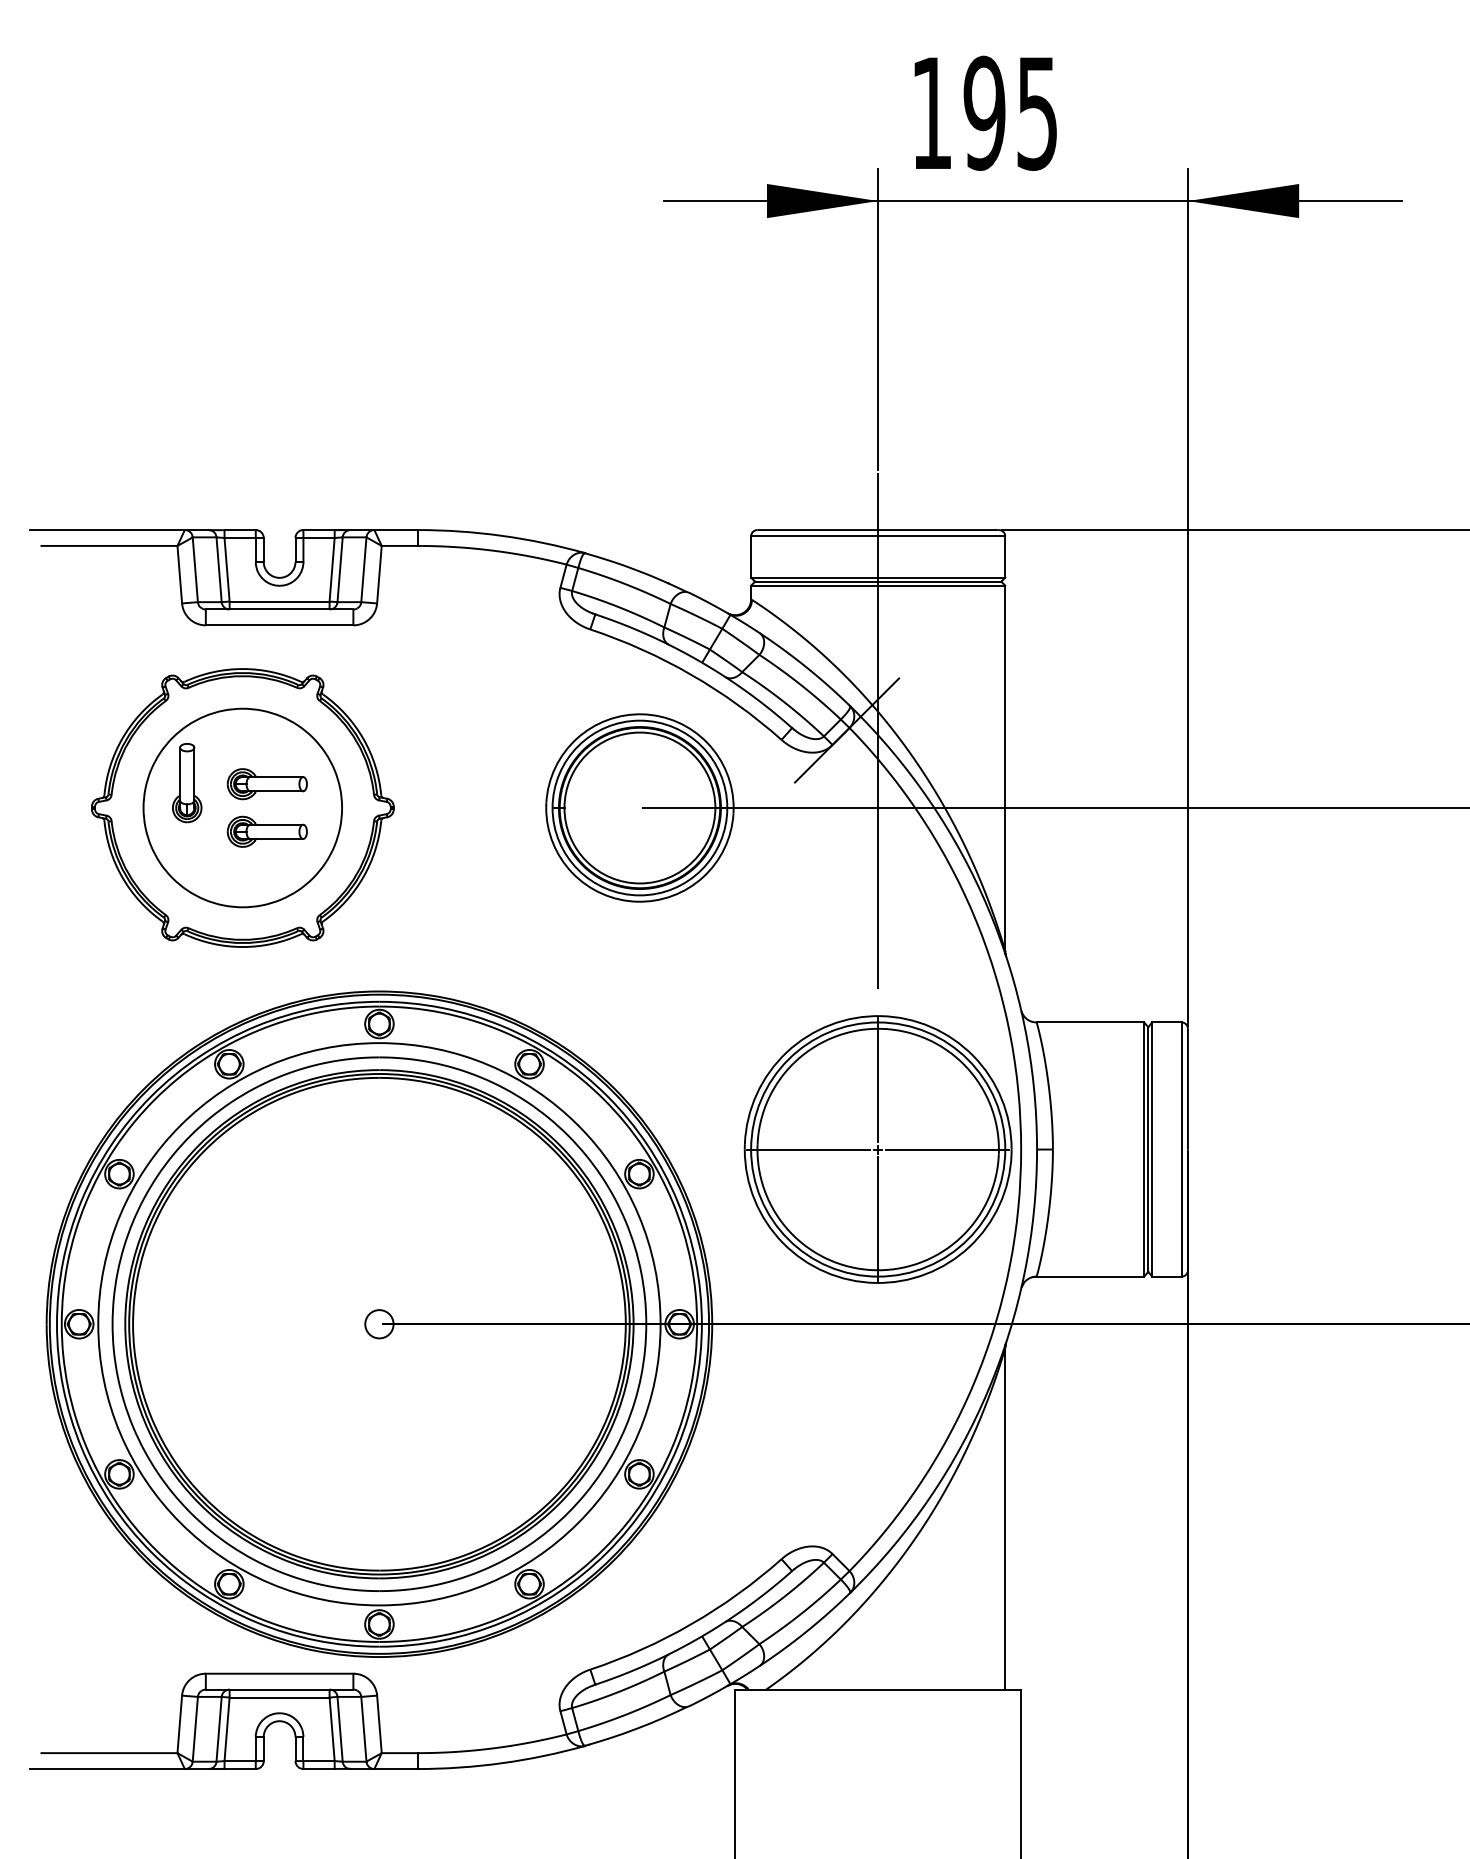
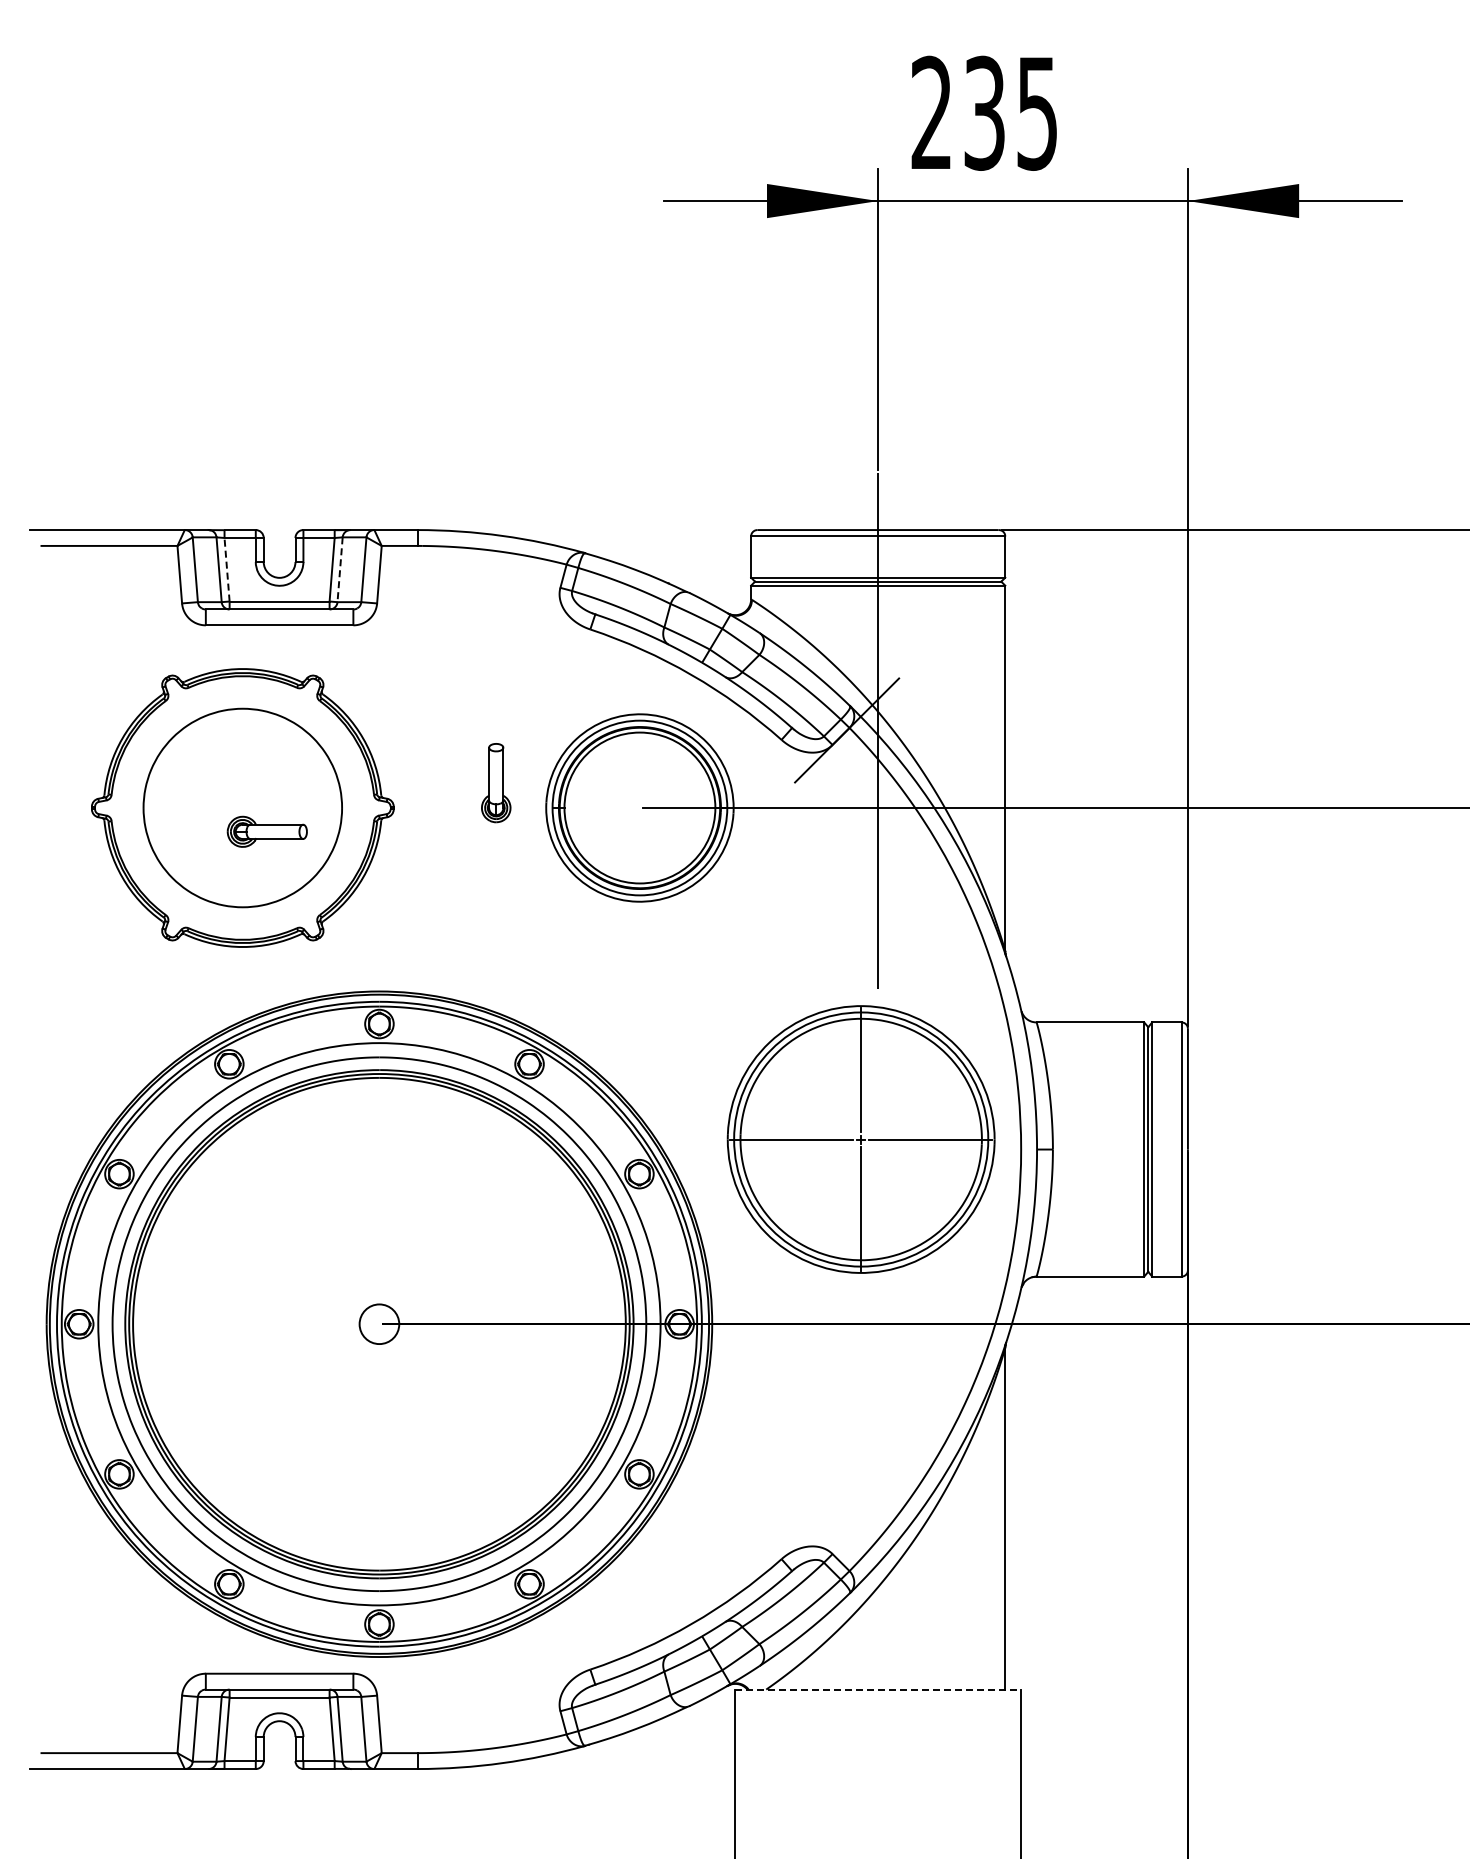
text at (958, 112): 195 -> 235
line at (227, 569): solid -> dashed
line at (340, 569): solid -> dashed
part at (187, 783) position: (187, 783) -> (496, 783)
part at (266, 784): present -> none
part at (877, 1149) position: (877, 1149) -> (860, 1139)
circle at (379, 1324) diameter: 28 px -> 40 px
line at (878, 1689): solid -> dashed
